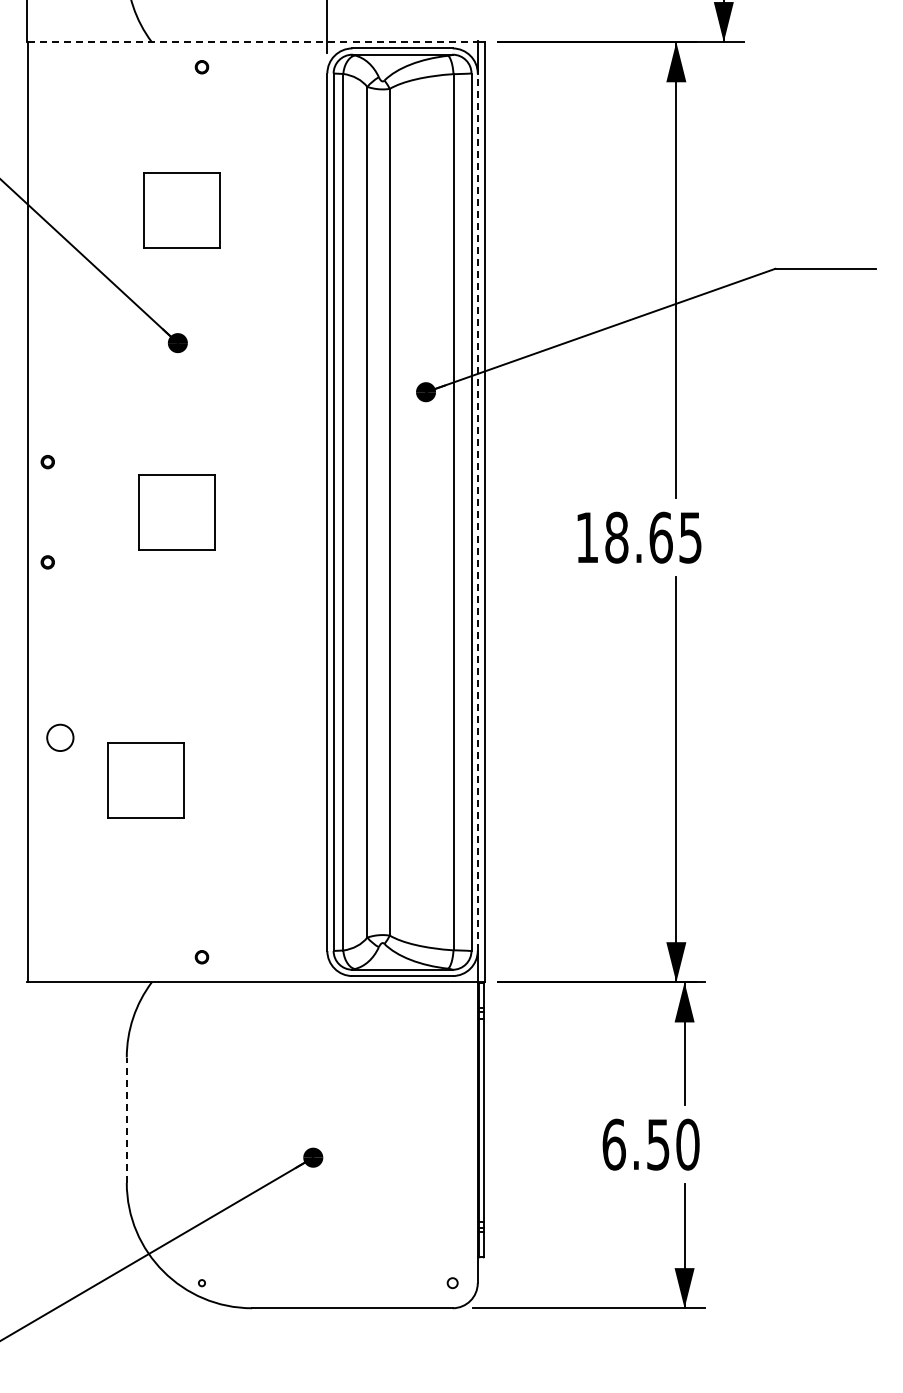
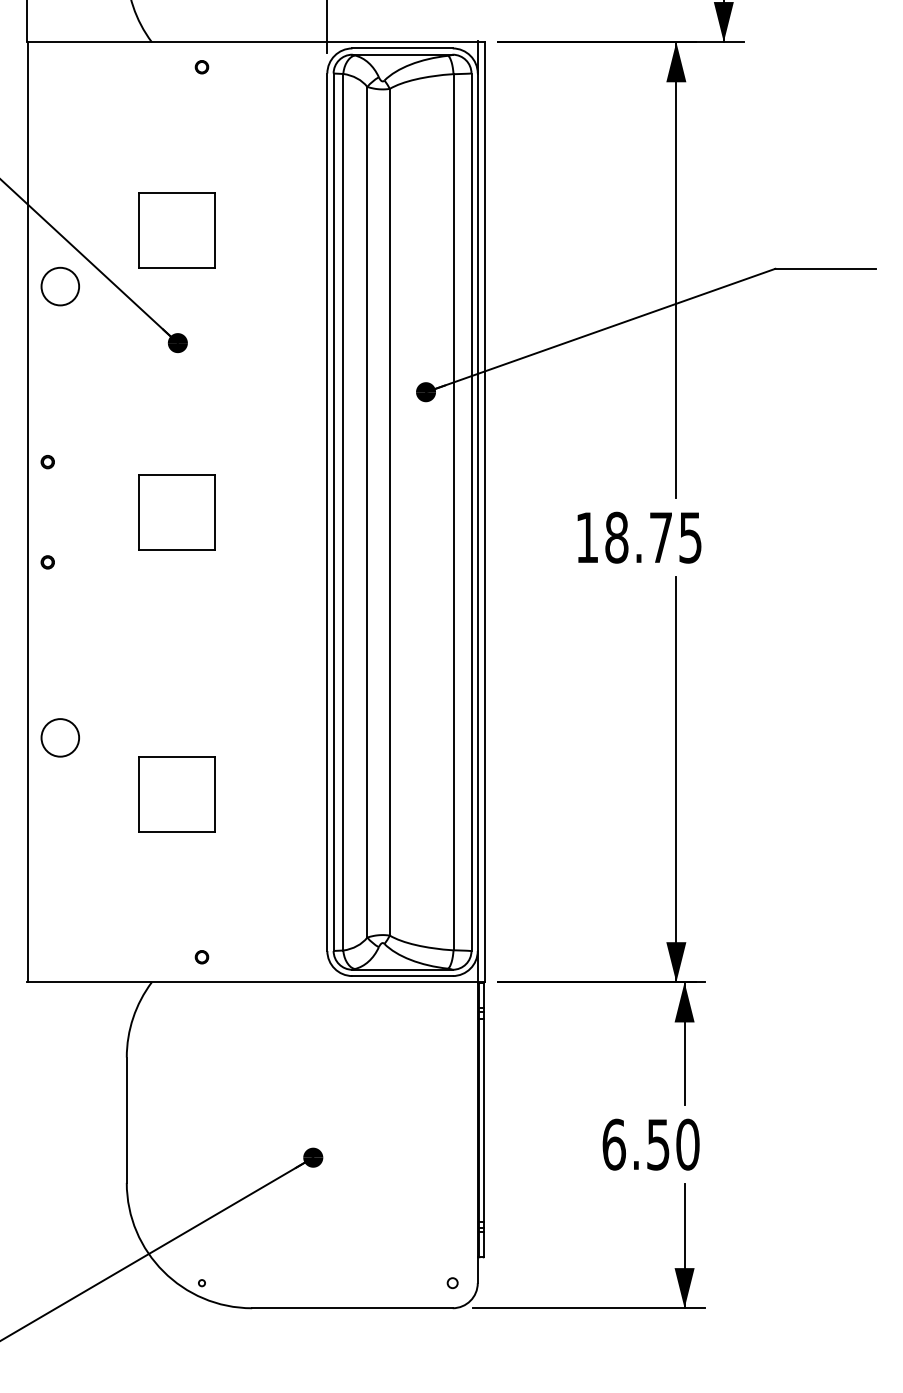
line at (252, 42): dashed -> solid
part at (181, 210) position: (181, 210) -> (176, 230)
circle at (59, 286): none -> present
line at (477, 512): dashed -> solid
text at (660, 537): 18.65 -> 18.75
circle at (60, 737) diameter: 26 px -> 38 px
part at (145, 780) position: (145, 780) -> (176, 794)
line at (126, 1120): dashed -> solid
